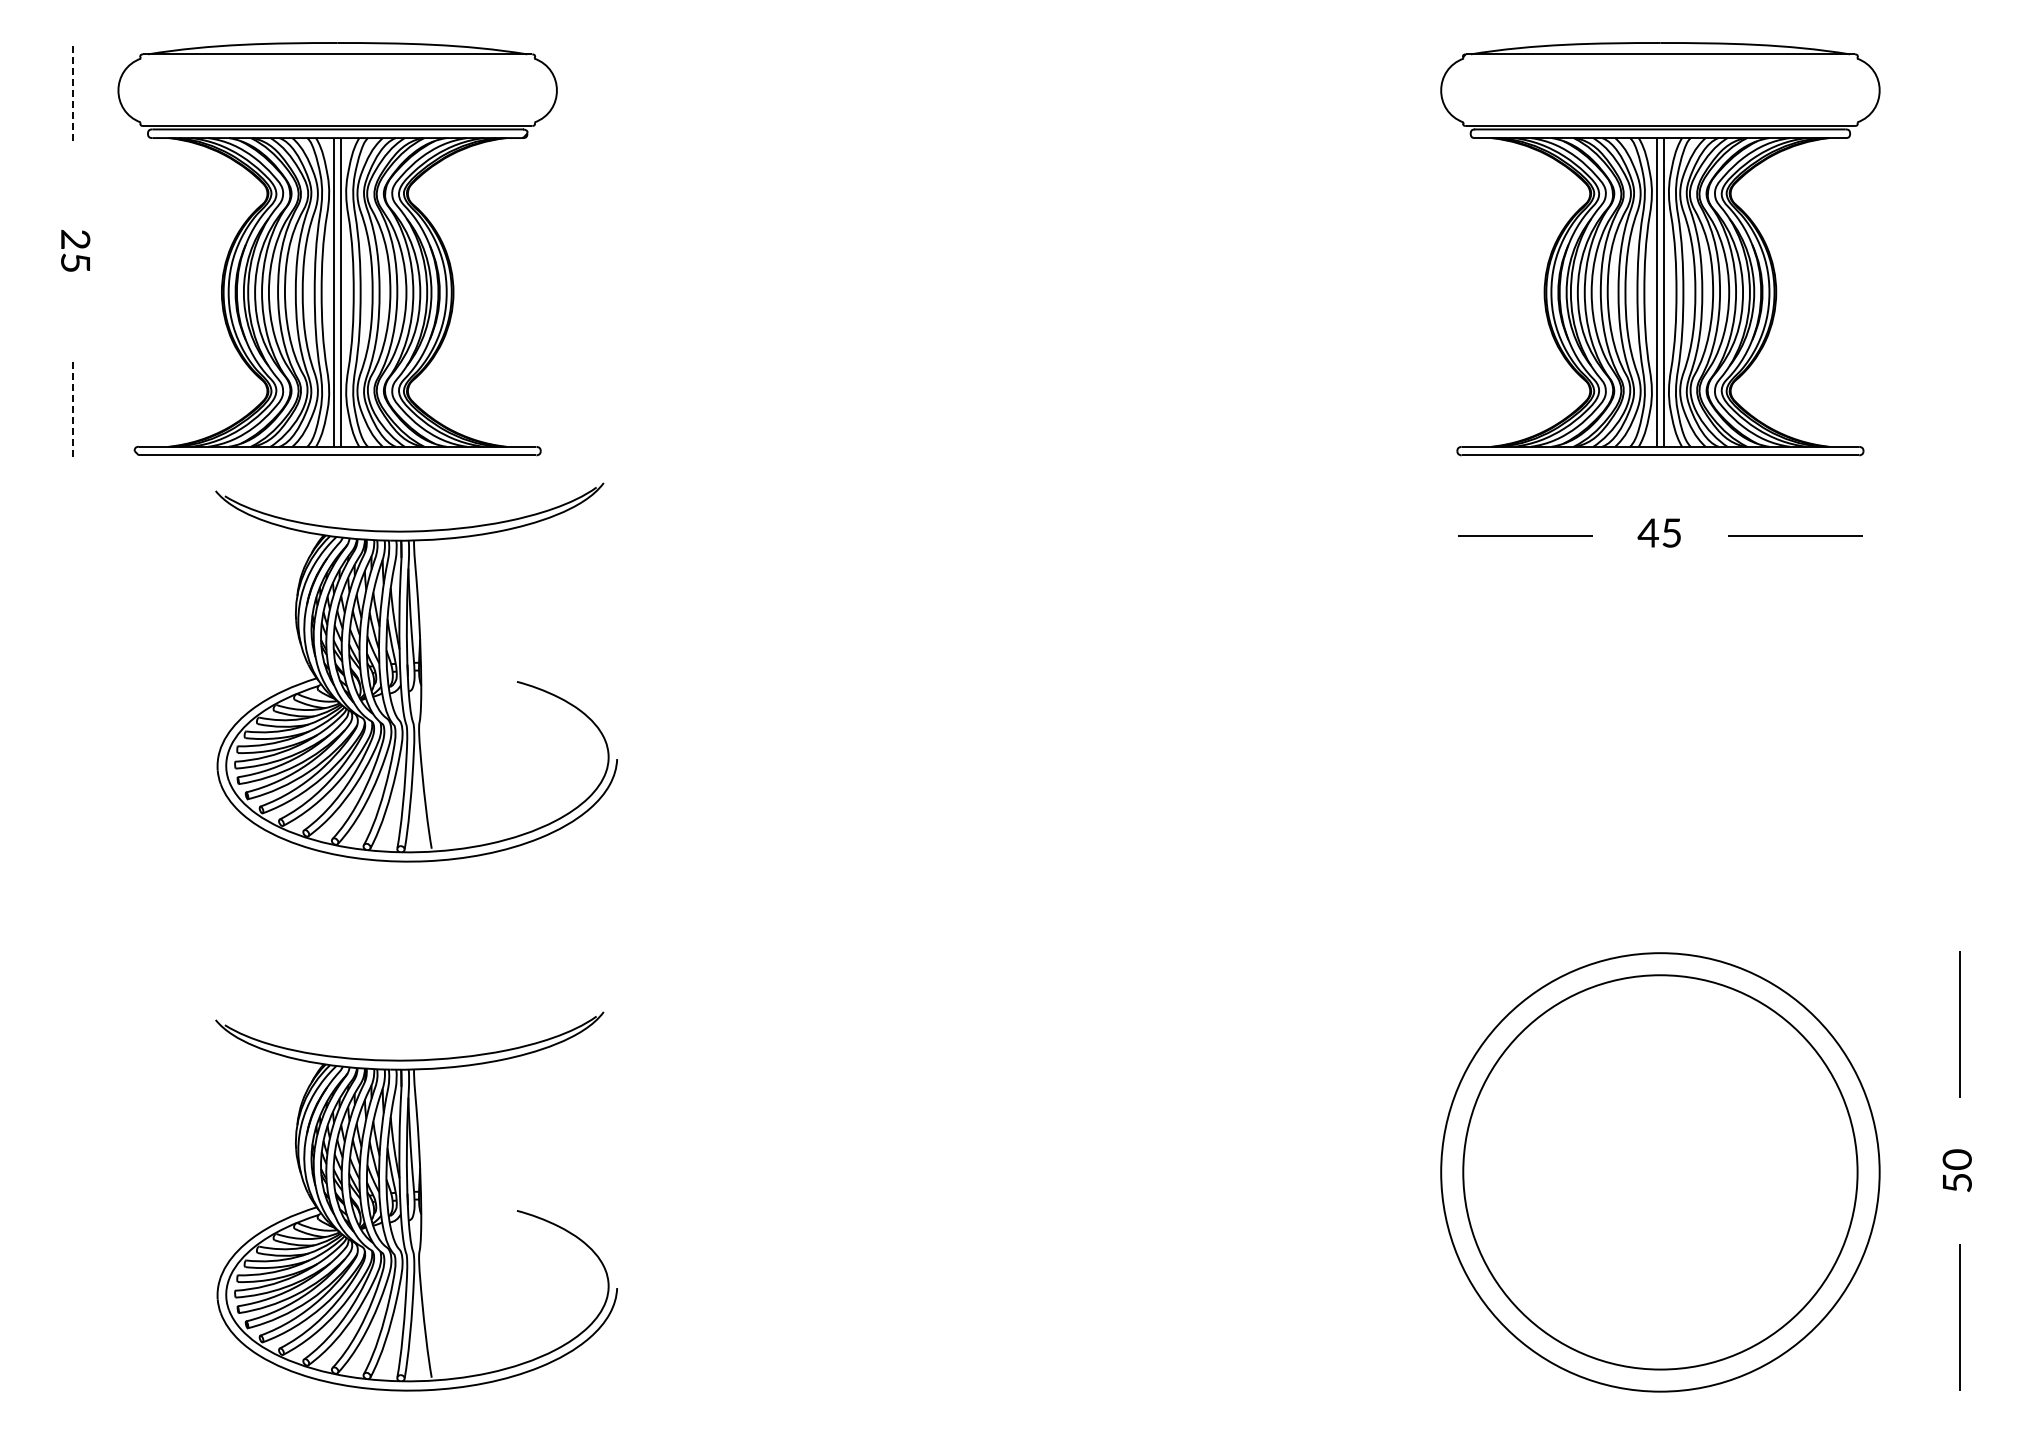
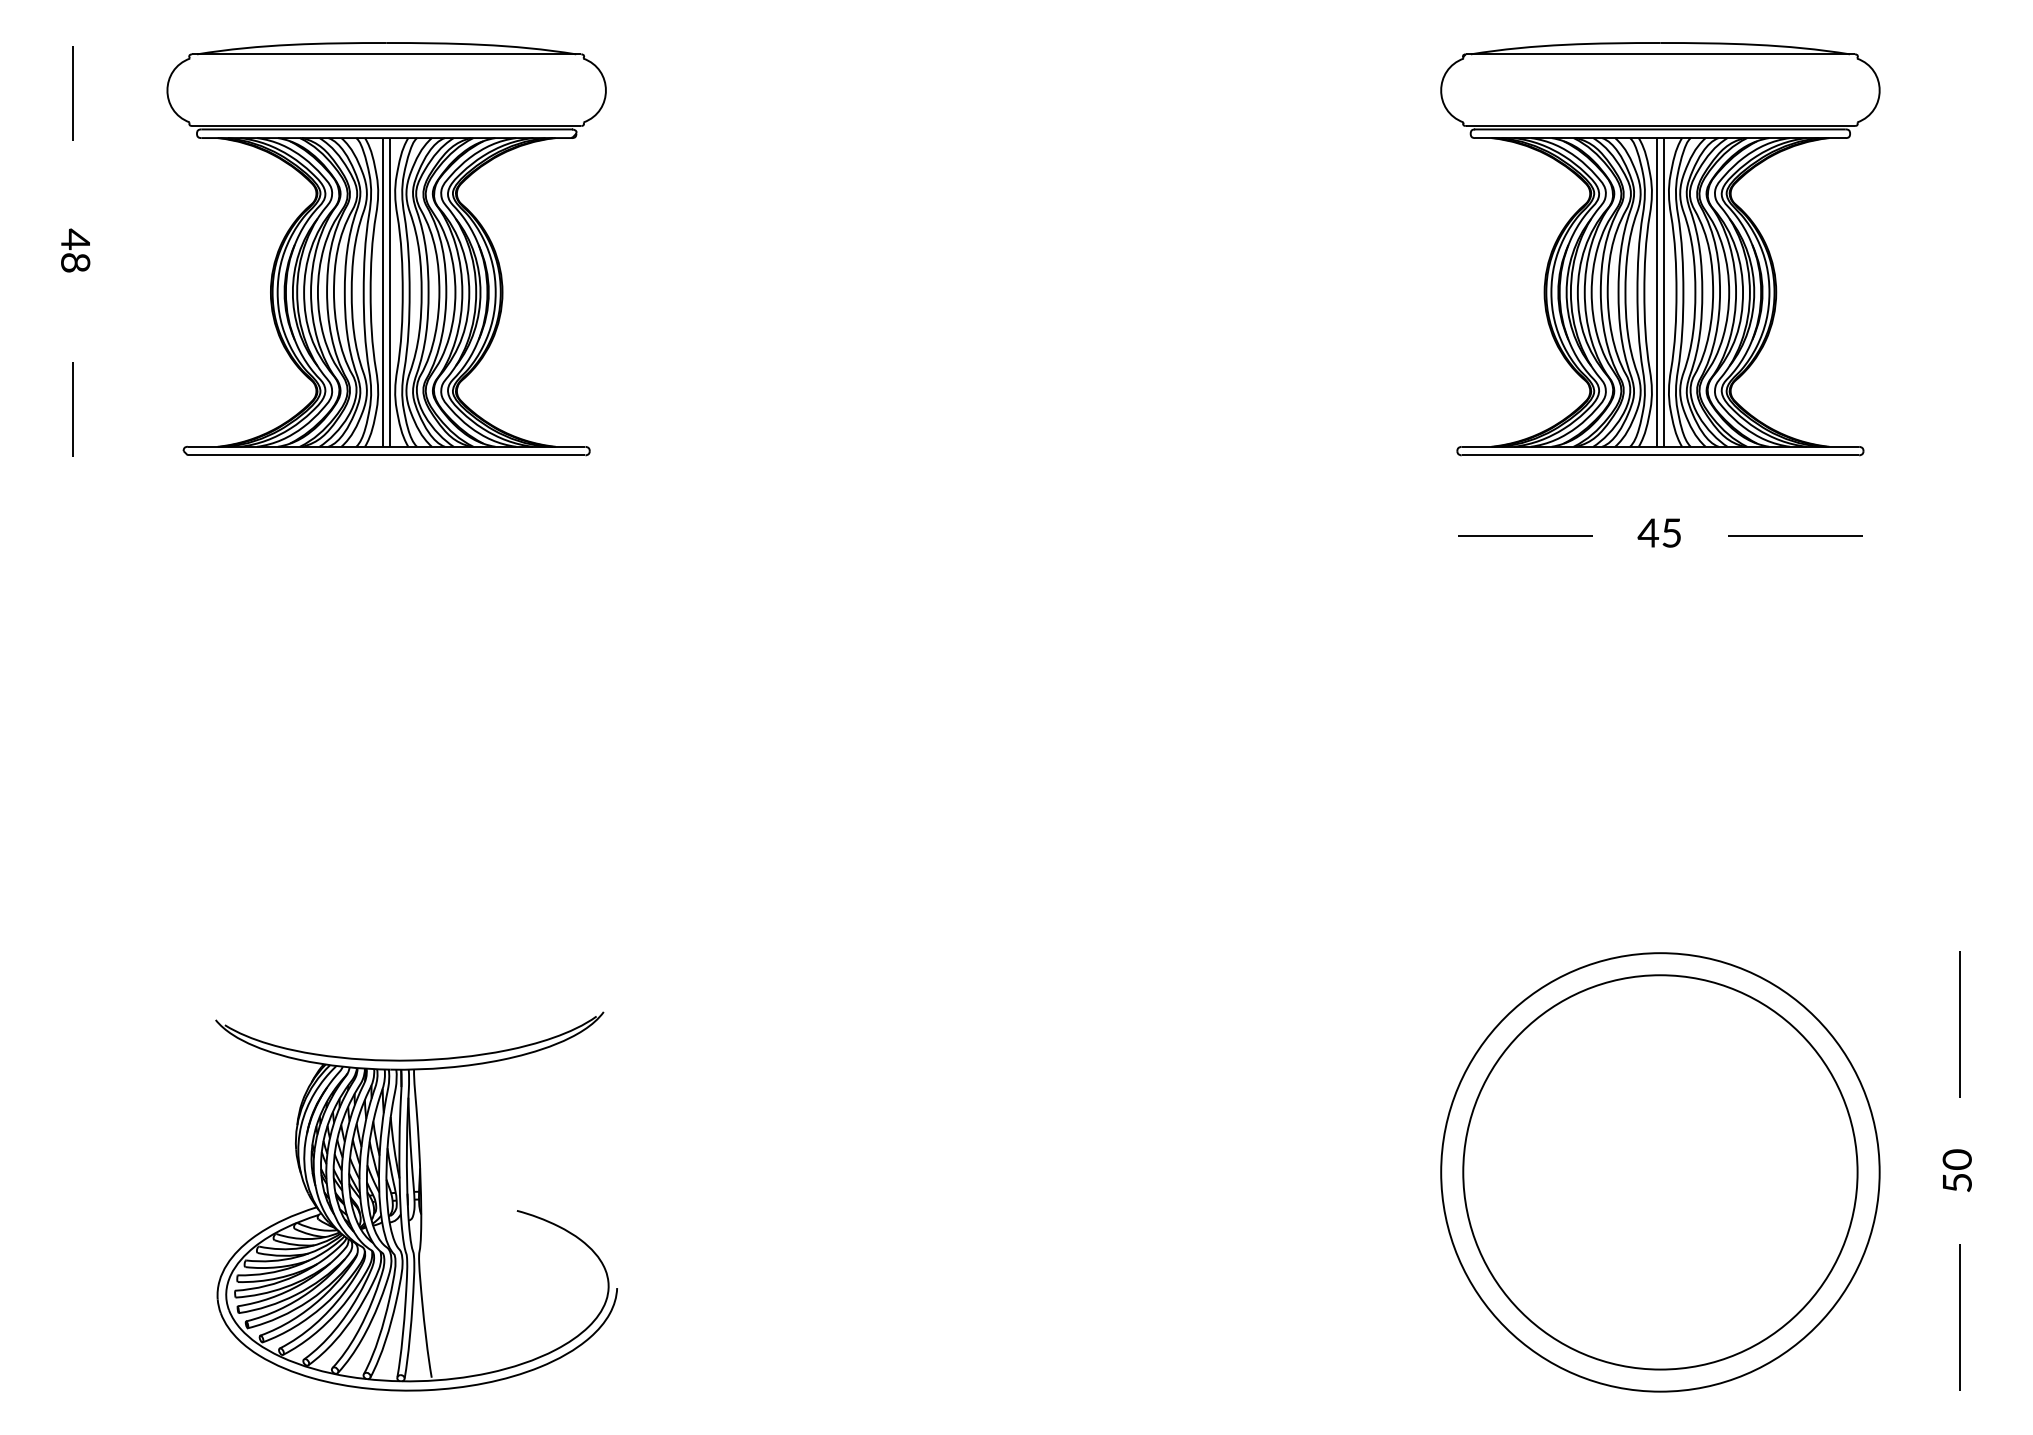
line at (72, 93): dashed -> solid
part at (337, 249) position: (337, 249) -> (386, 249)
text at (75, 250): 25 -> 48
line at (72, 408): dashed -> solid
part at (416, 672): present -> none
